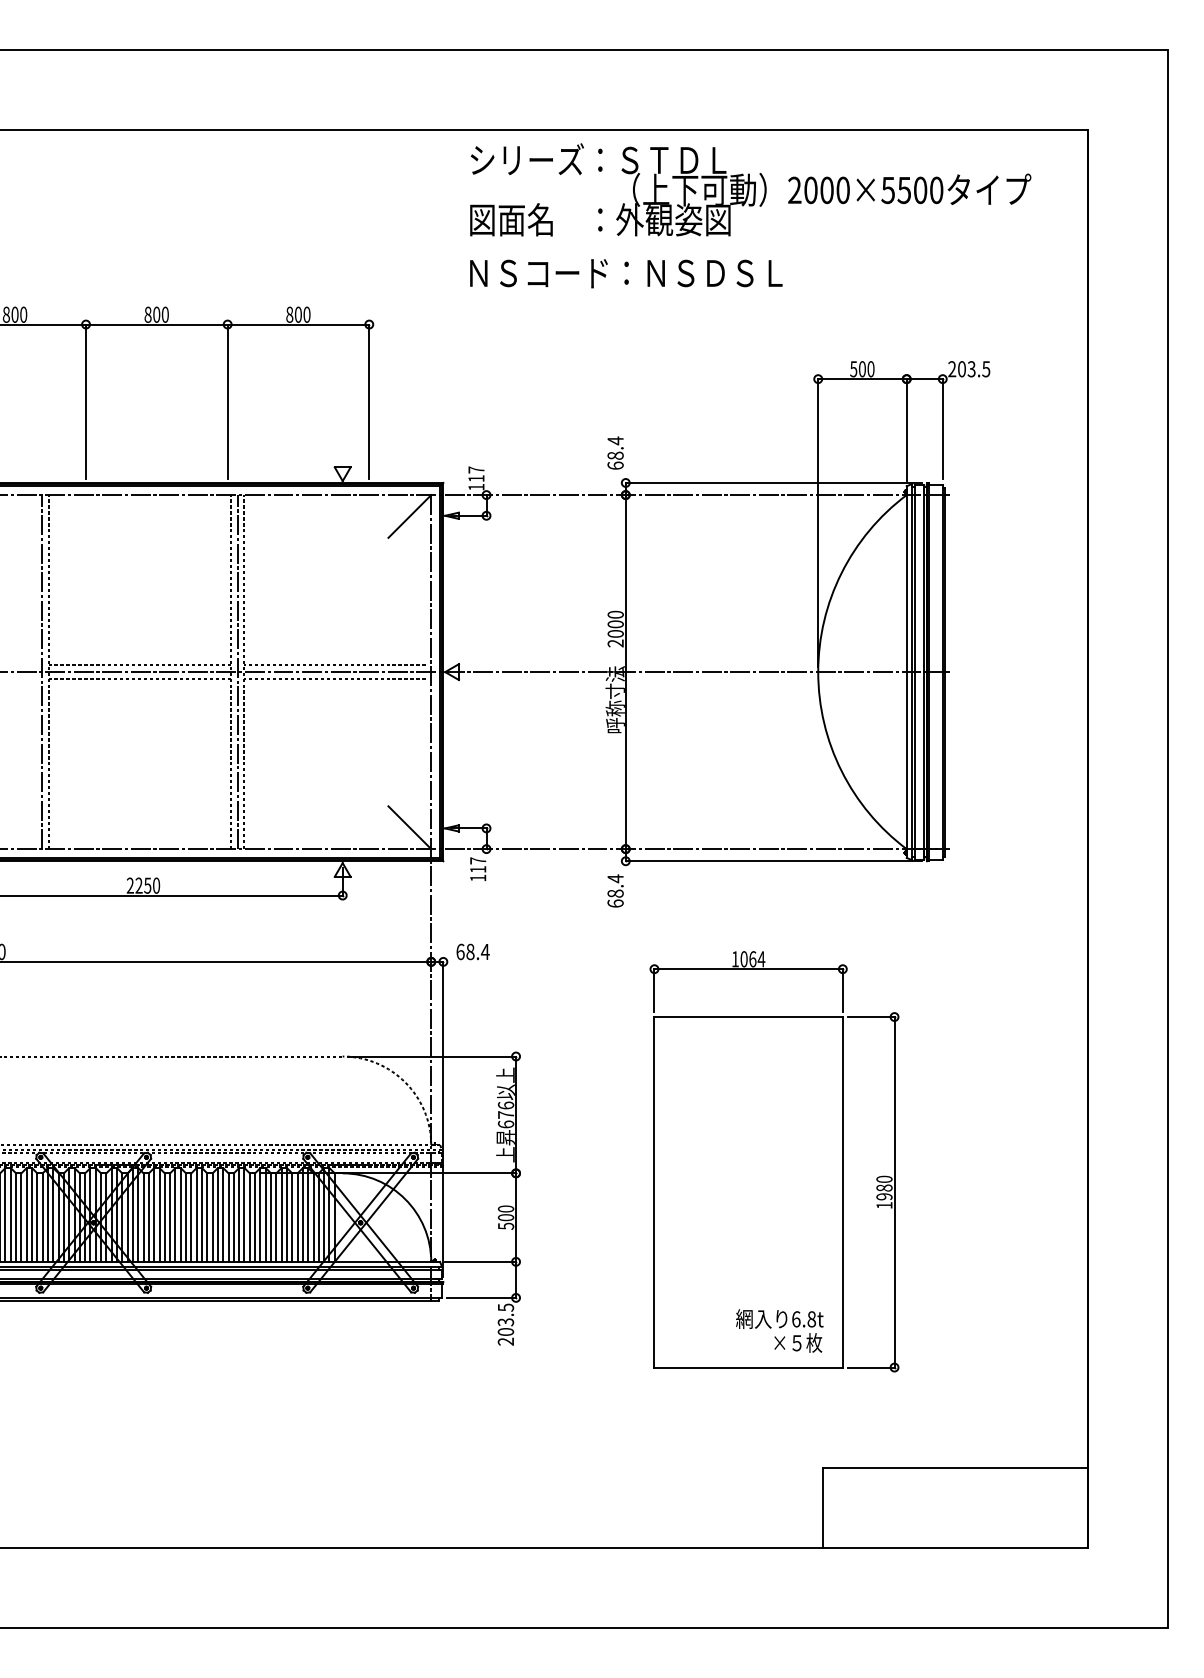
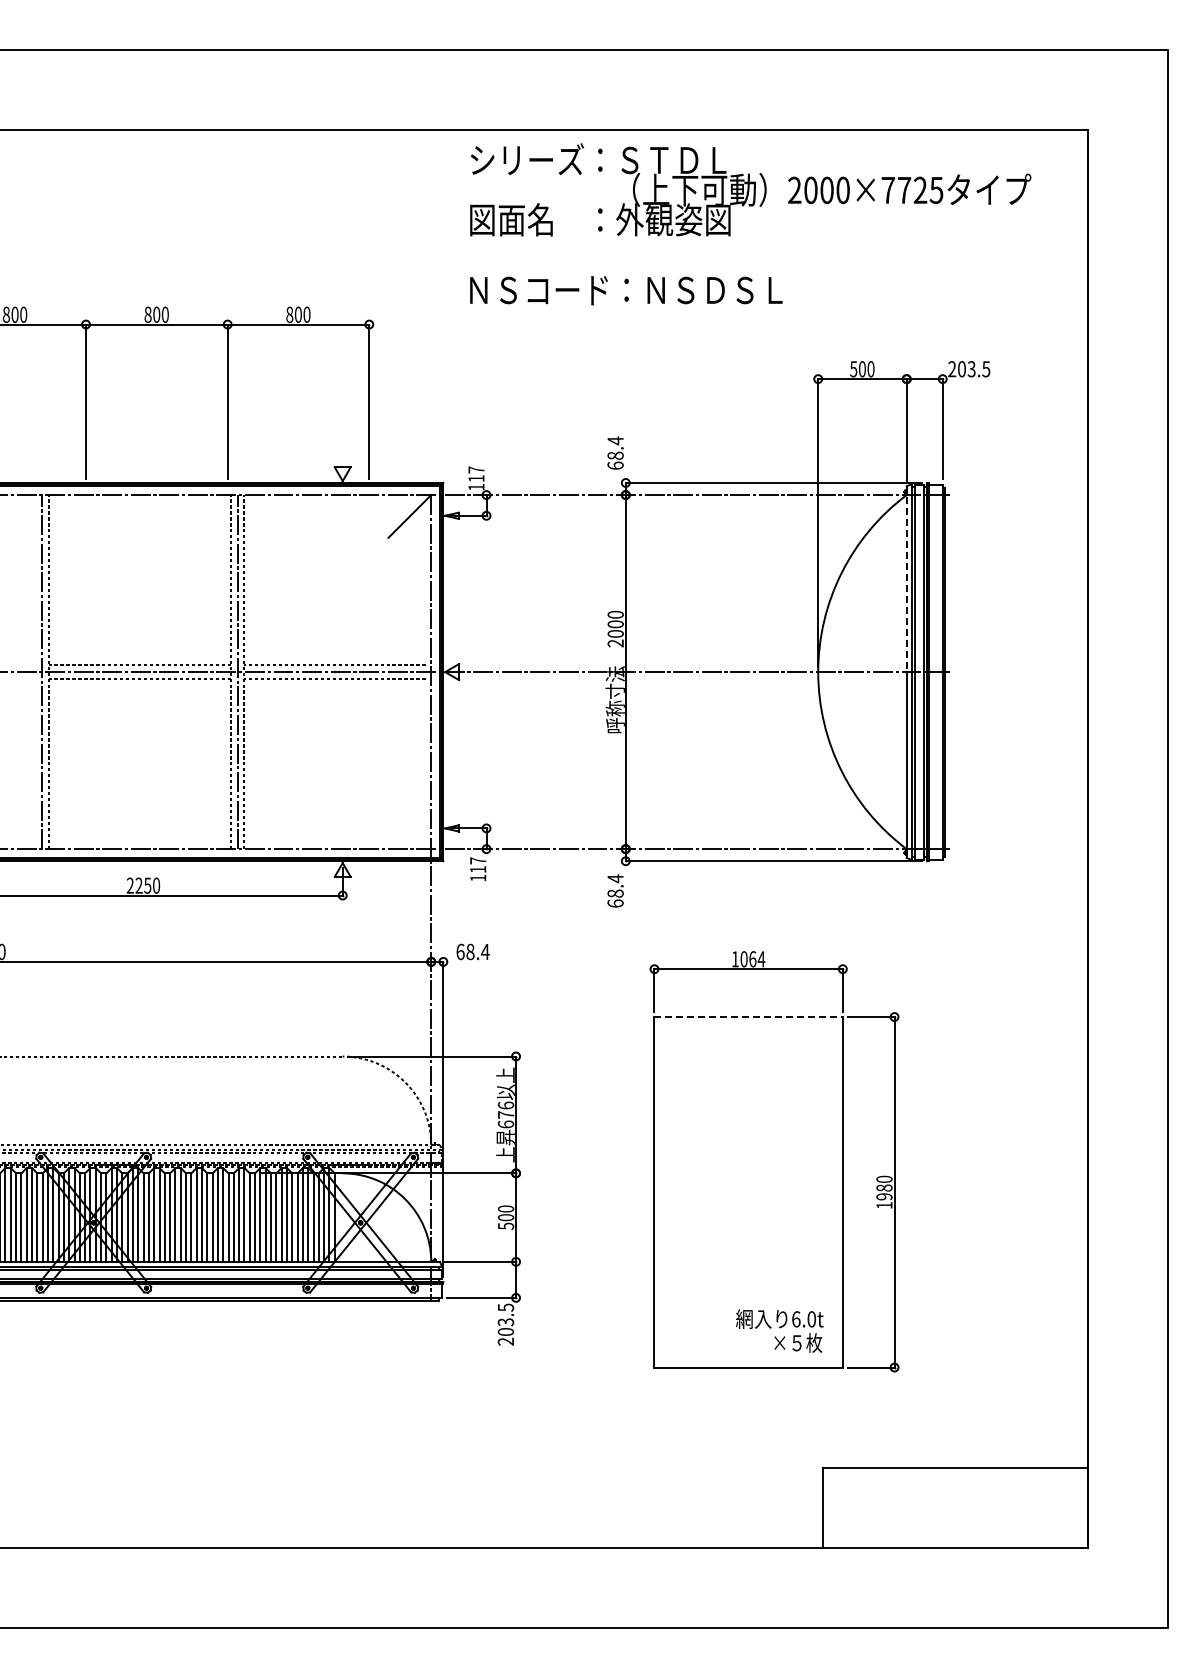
text at (912, 190): 2000×5500 -> 2000×7725
text at (626, 273) position: (626, 273) -> (626, 290)
line at (906, 579): solid -> dashed
line at (409, 827): present -> none
line at (749, 1017): solid -> dashed
text at (811, 1319): 6.8t -> 6.0t
